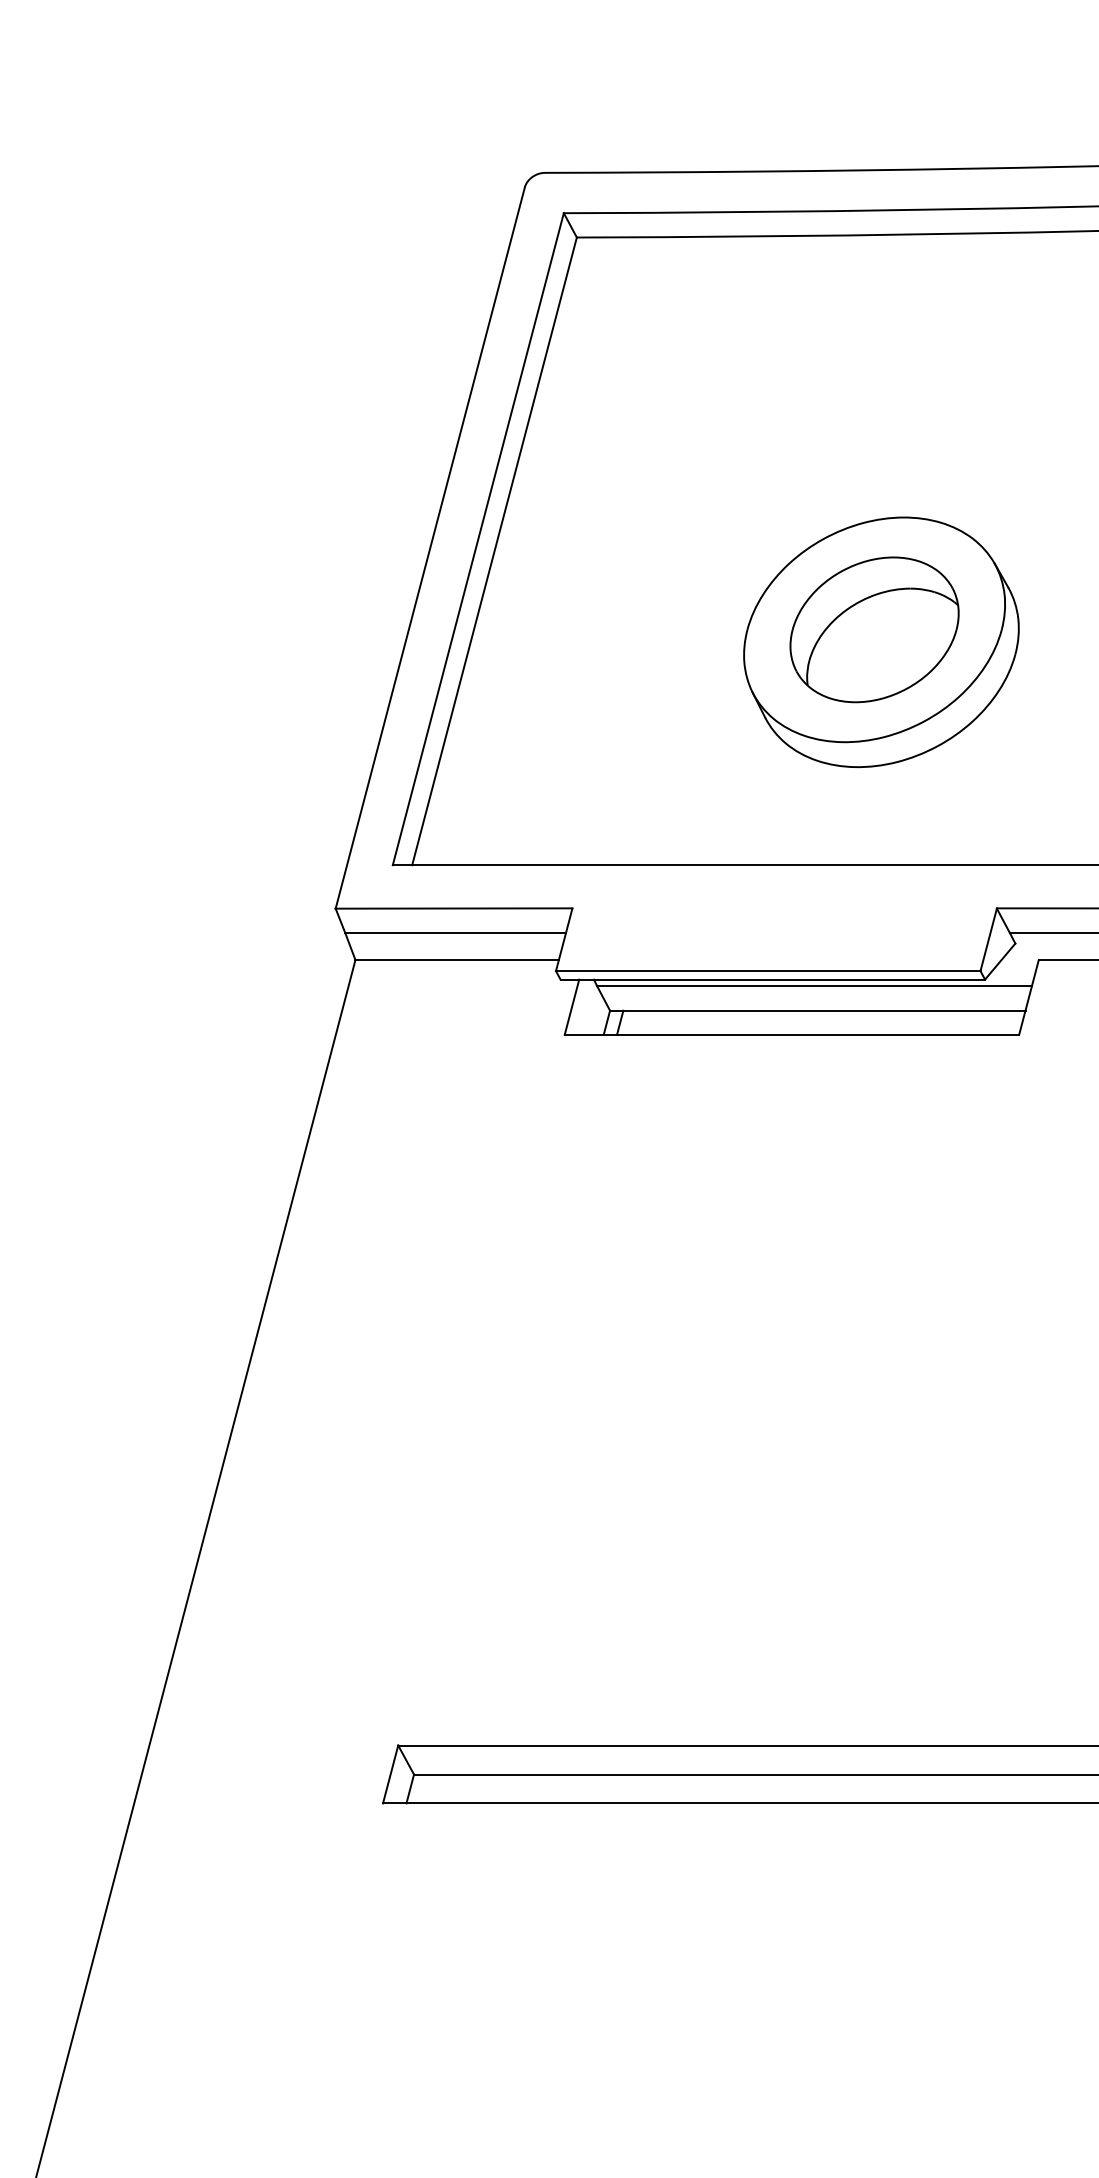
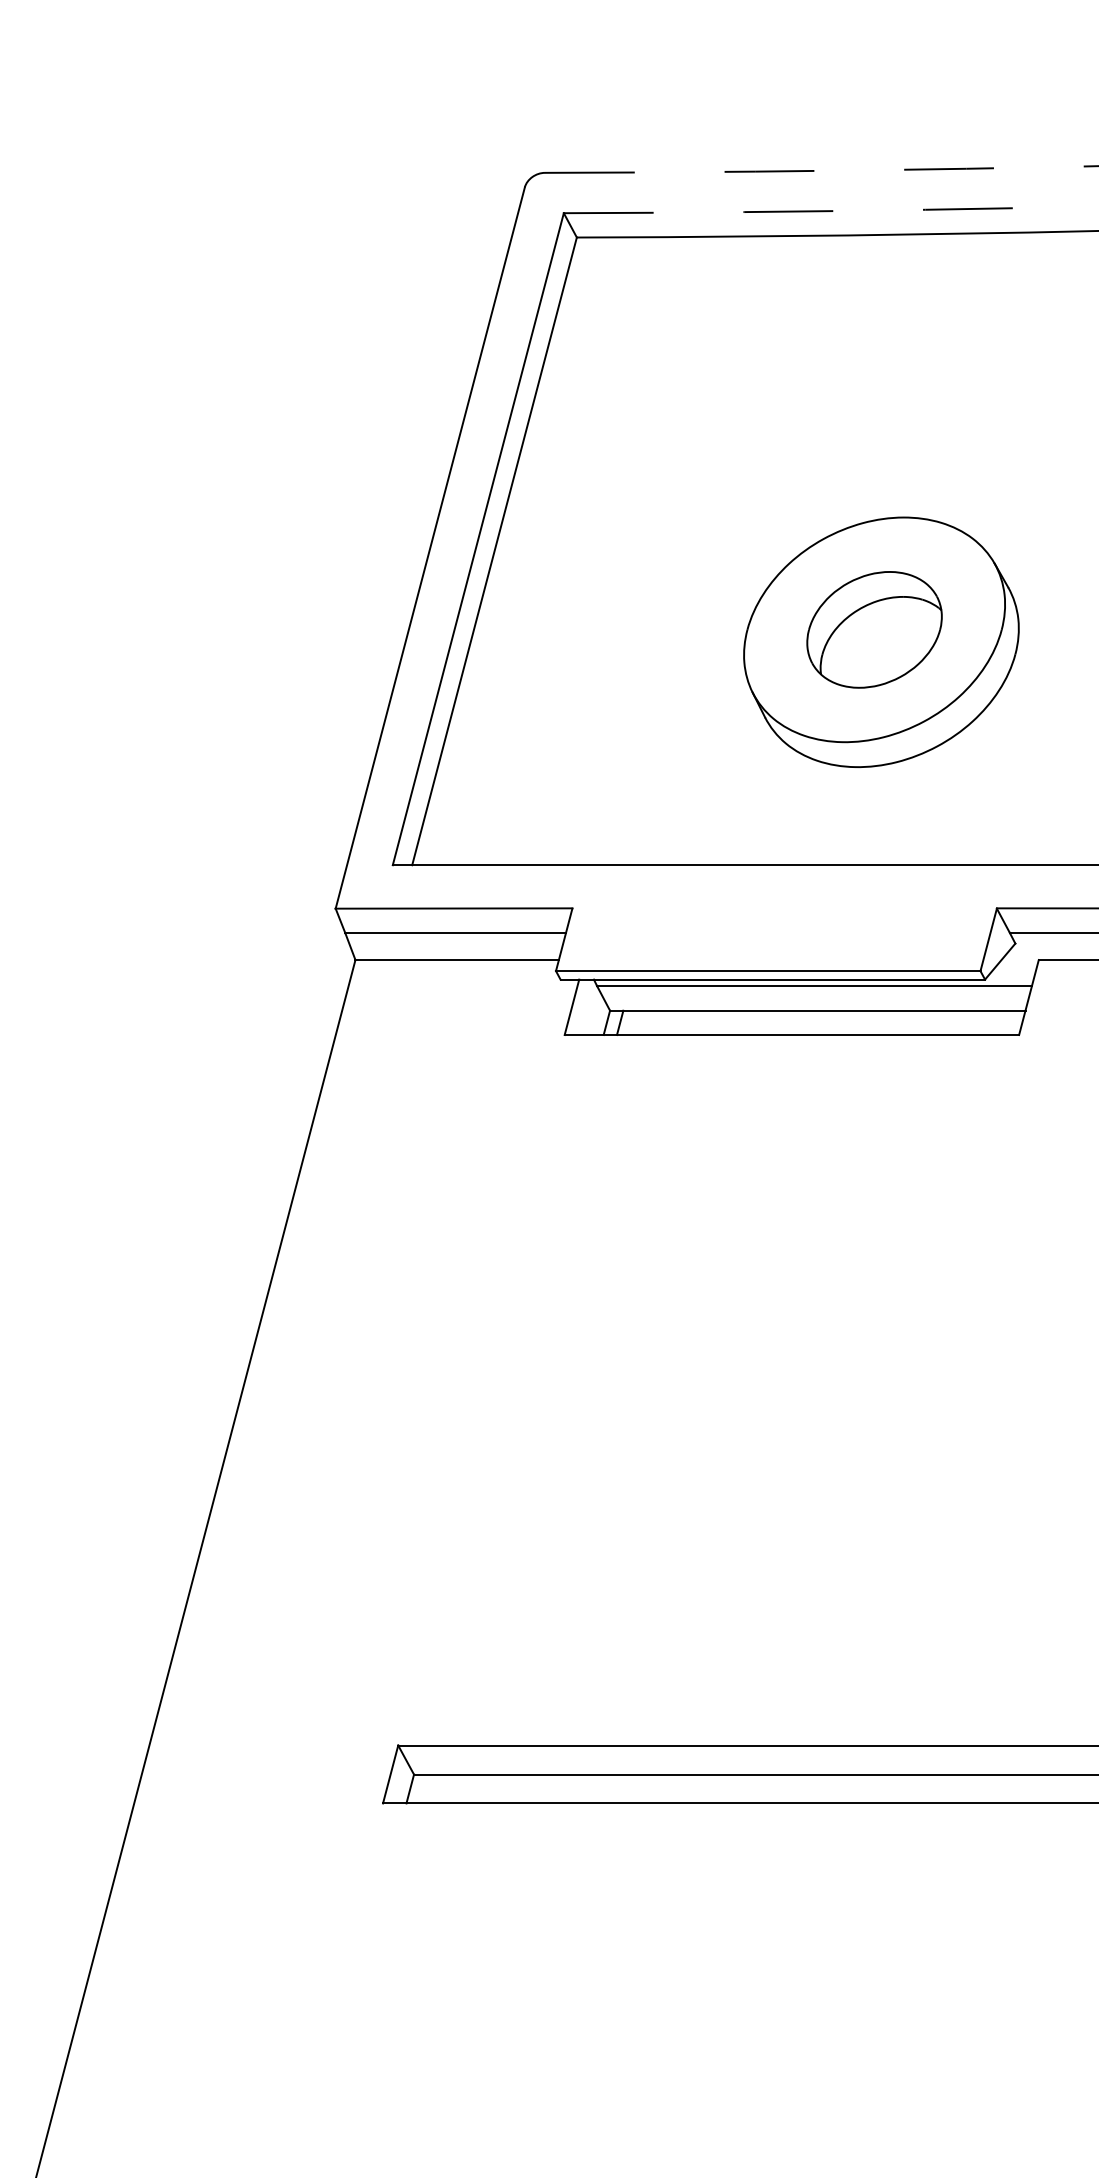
arc at (821, 170): solid -> dashed
arc at (831, 210): solid -> dashed
part at (874, 629) size: 171x148 px -> 137x118 px
